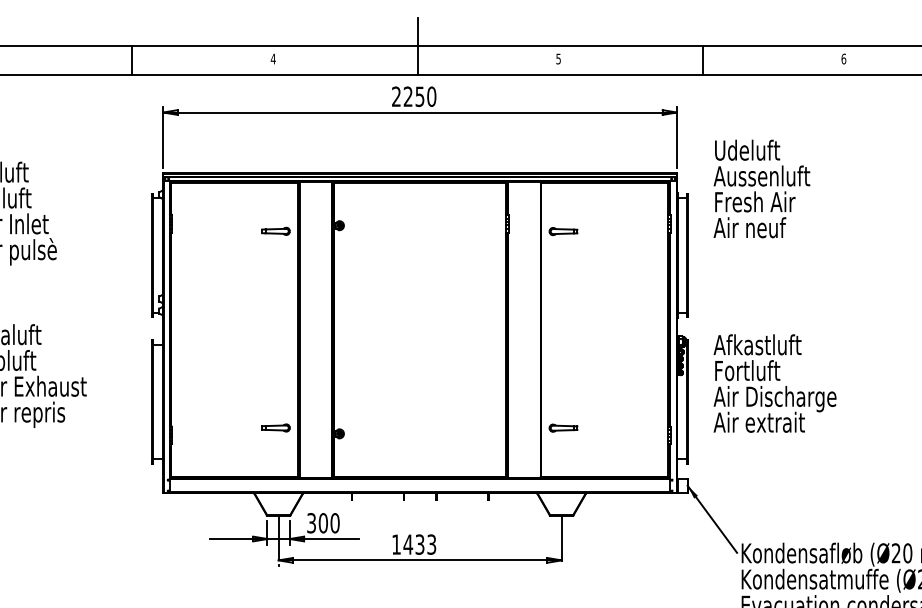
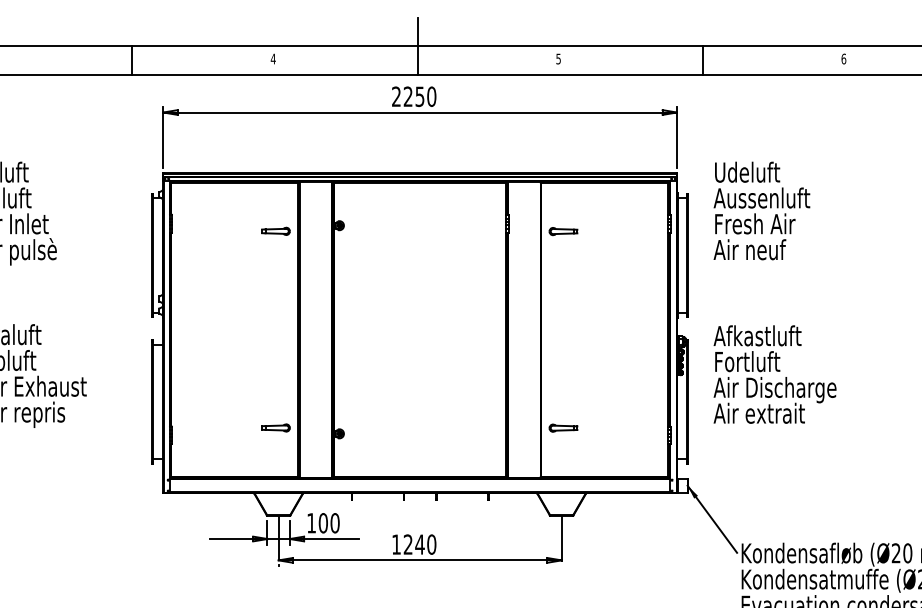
text at (761, 188) position: (761, 188) -> (761, 210)
text at (774, 383) position: (774, 383) -> (774, 374)
text at (311, 523): 300 -> 100
text at (419, 544): 1433 -> 1240
